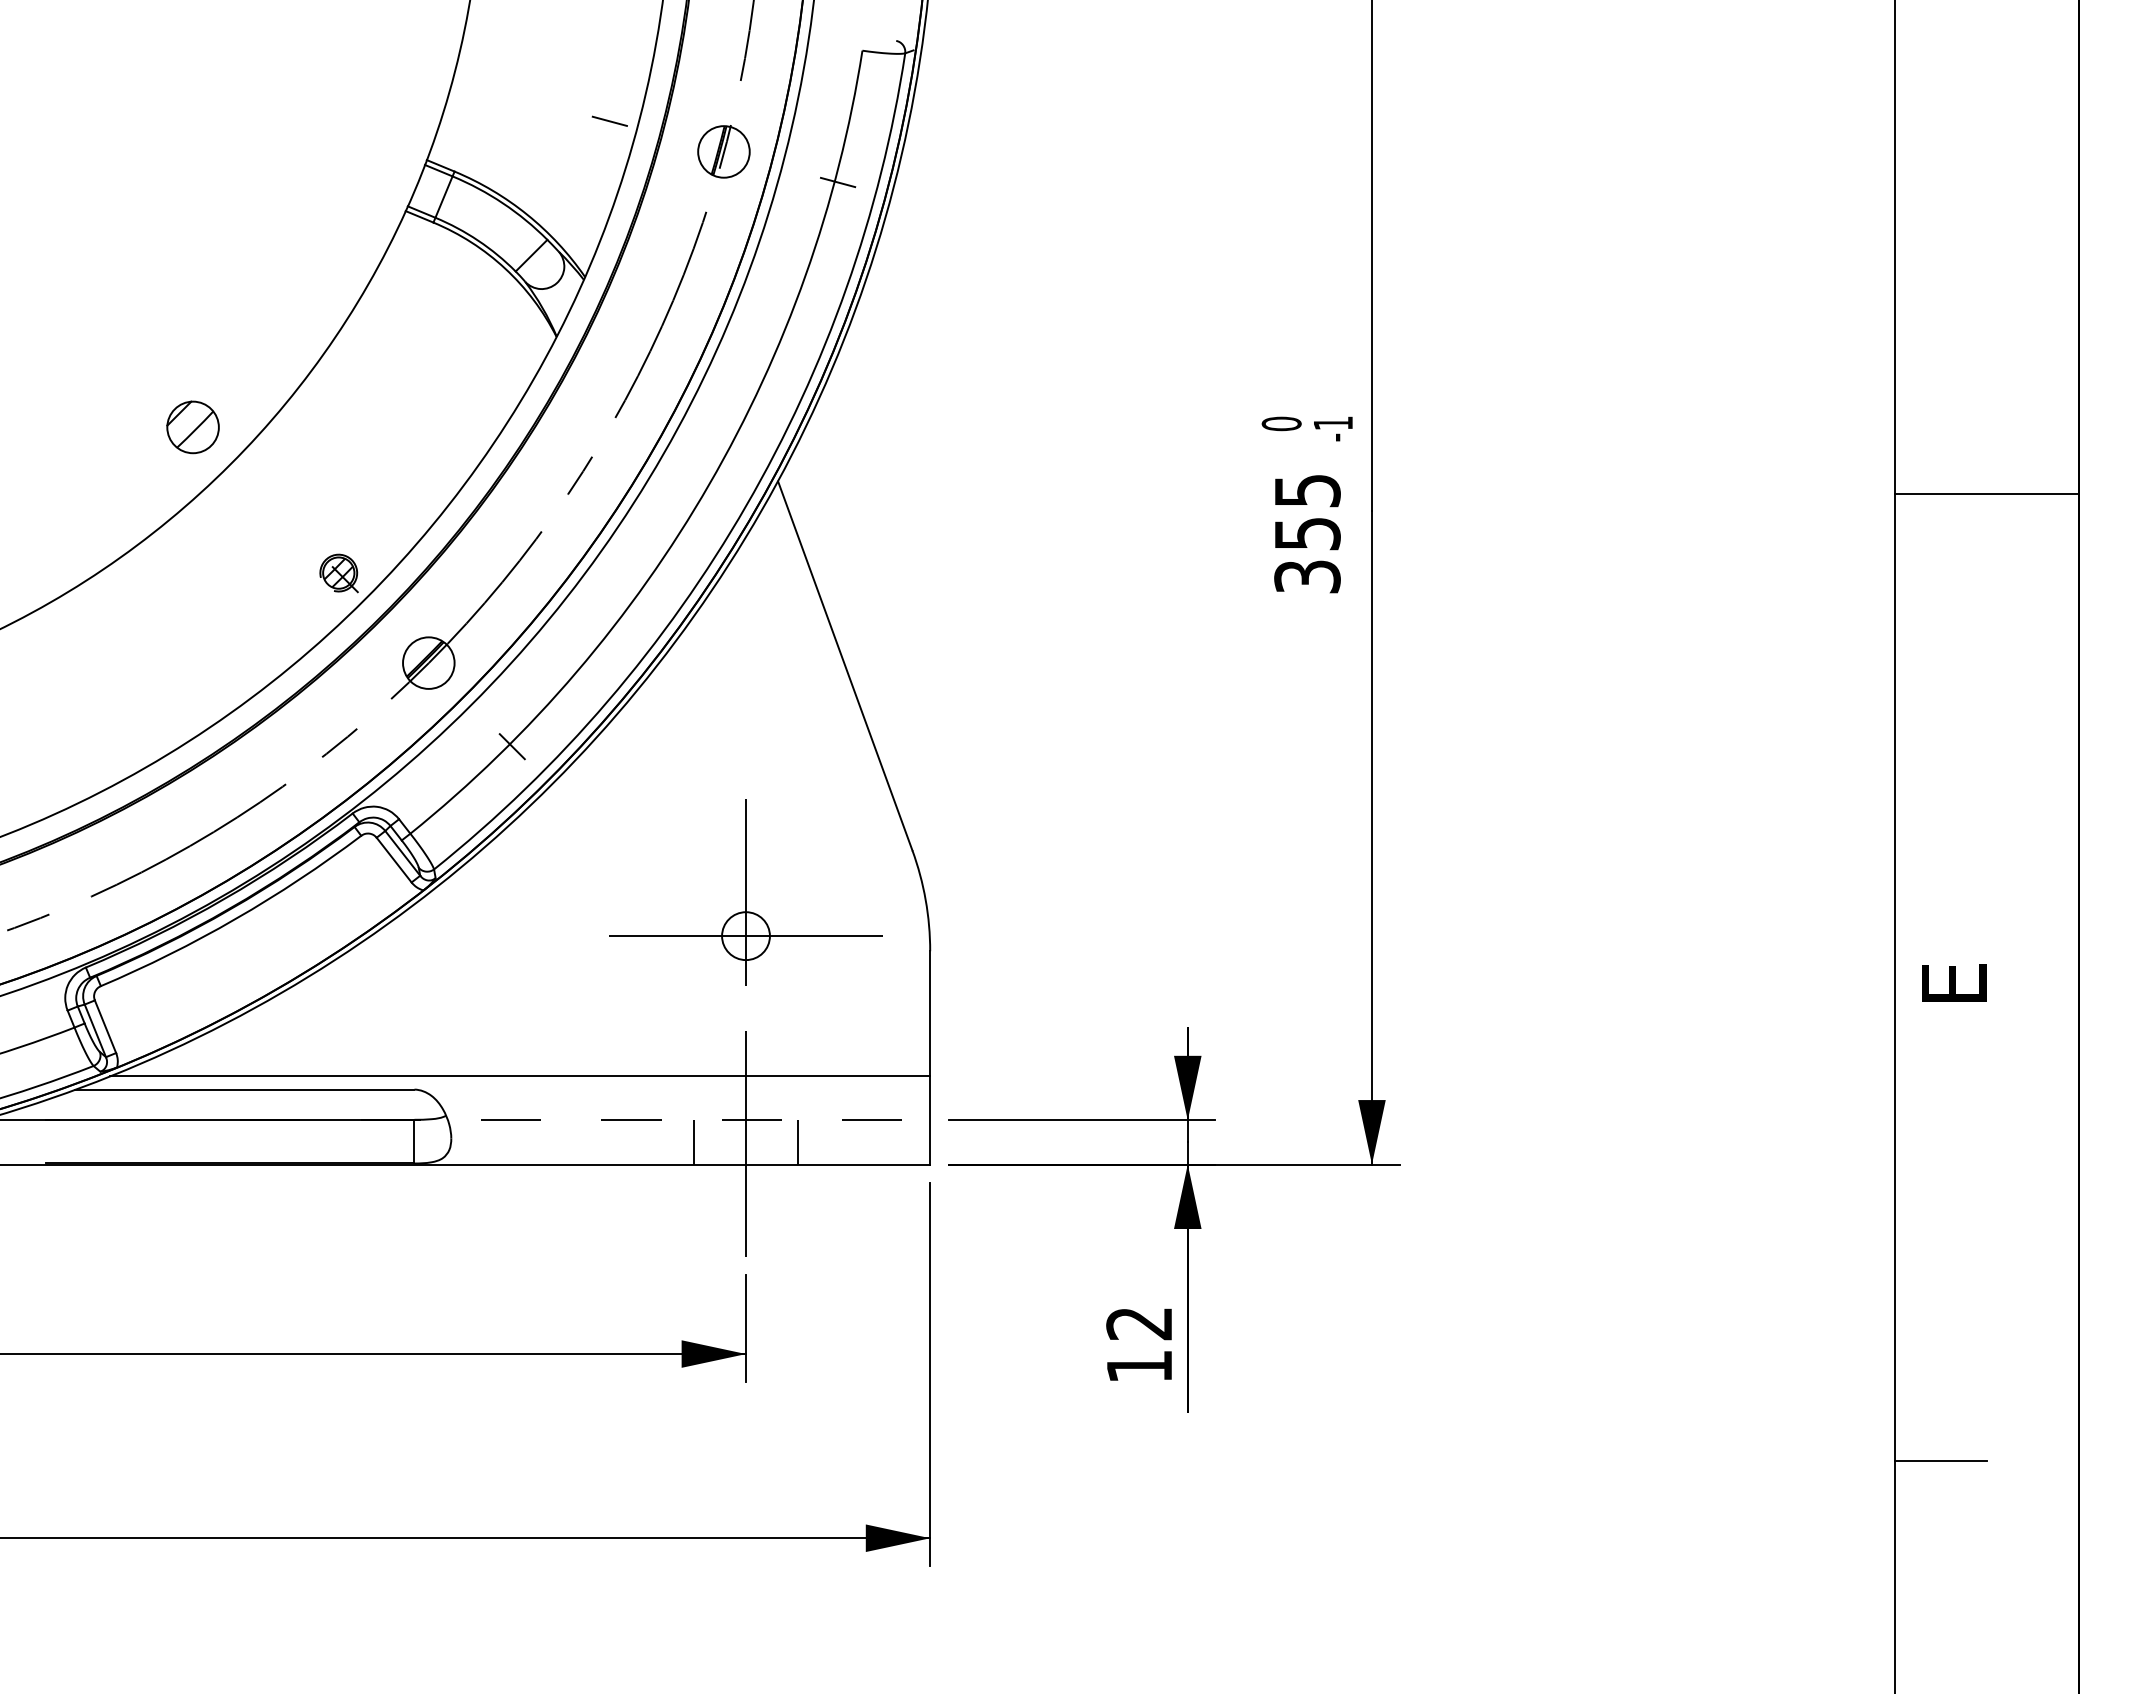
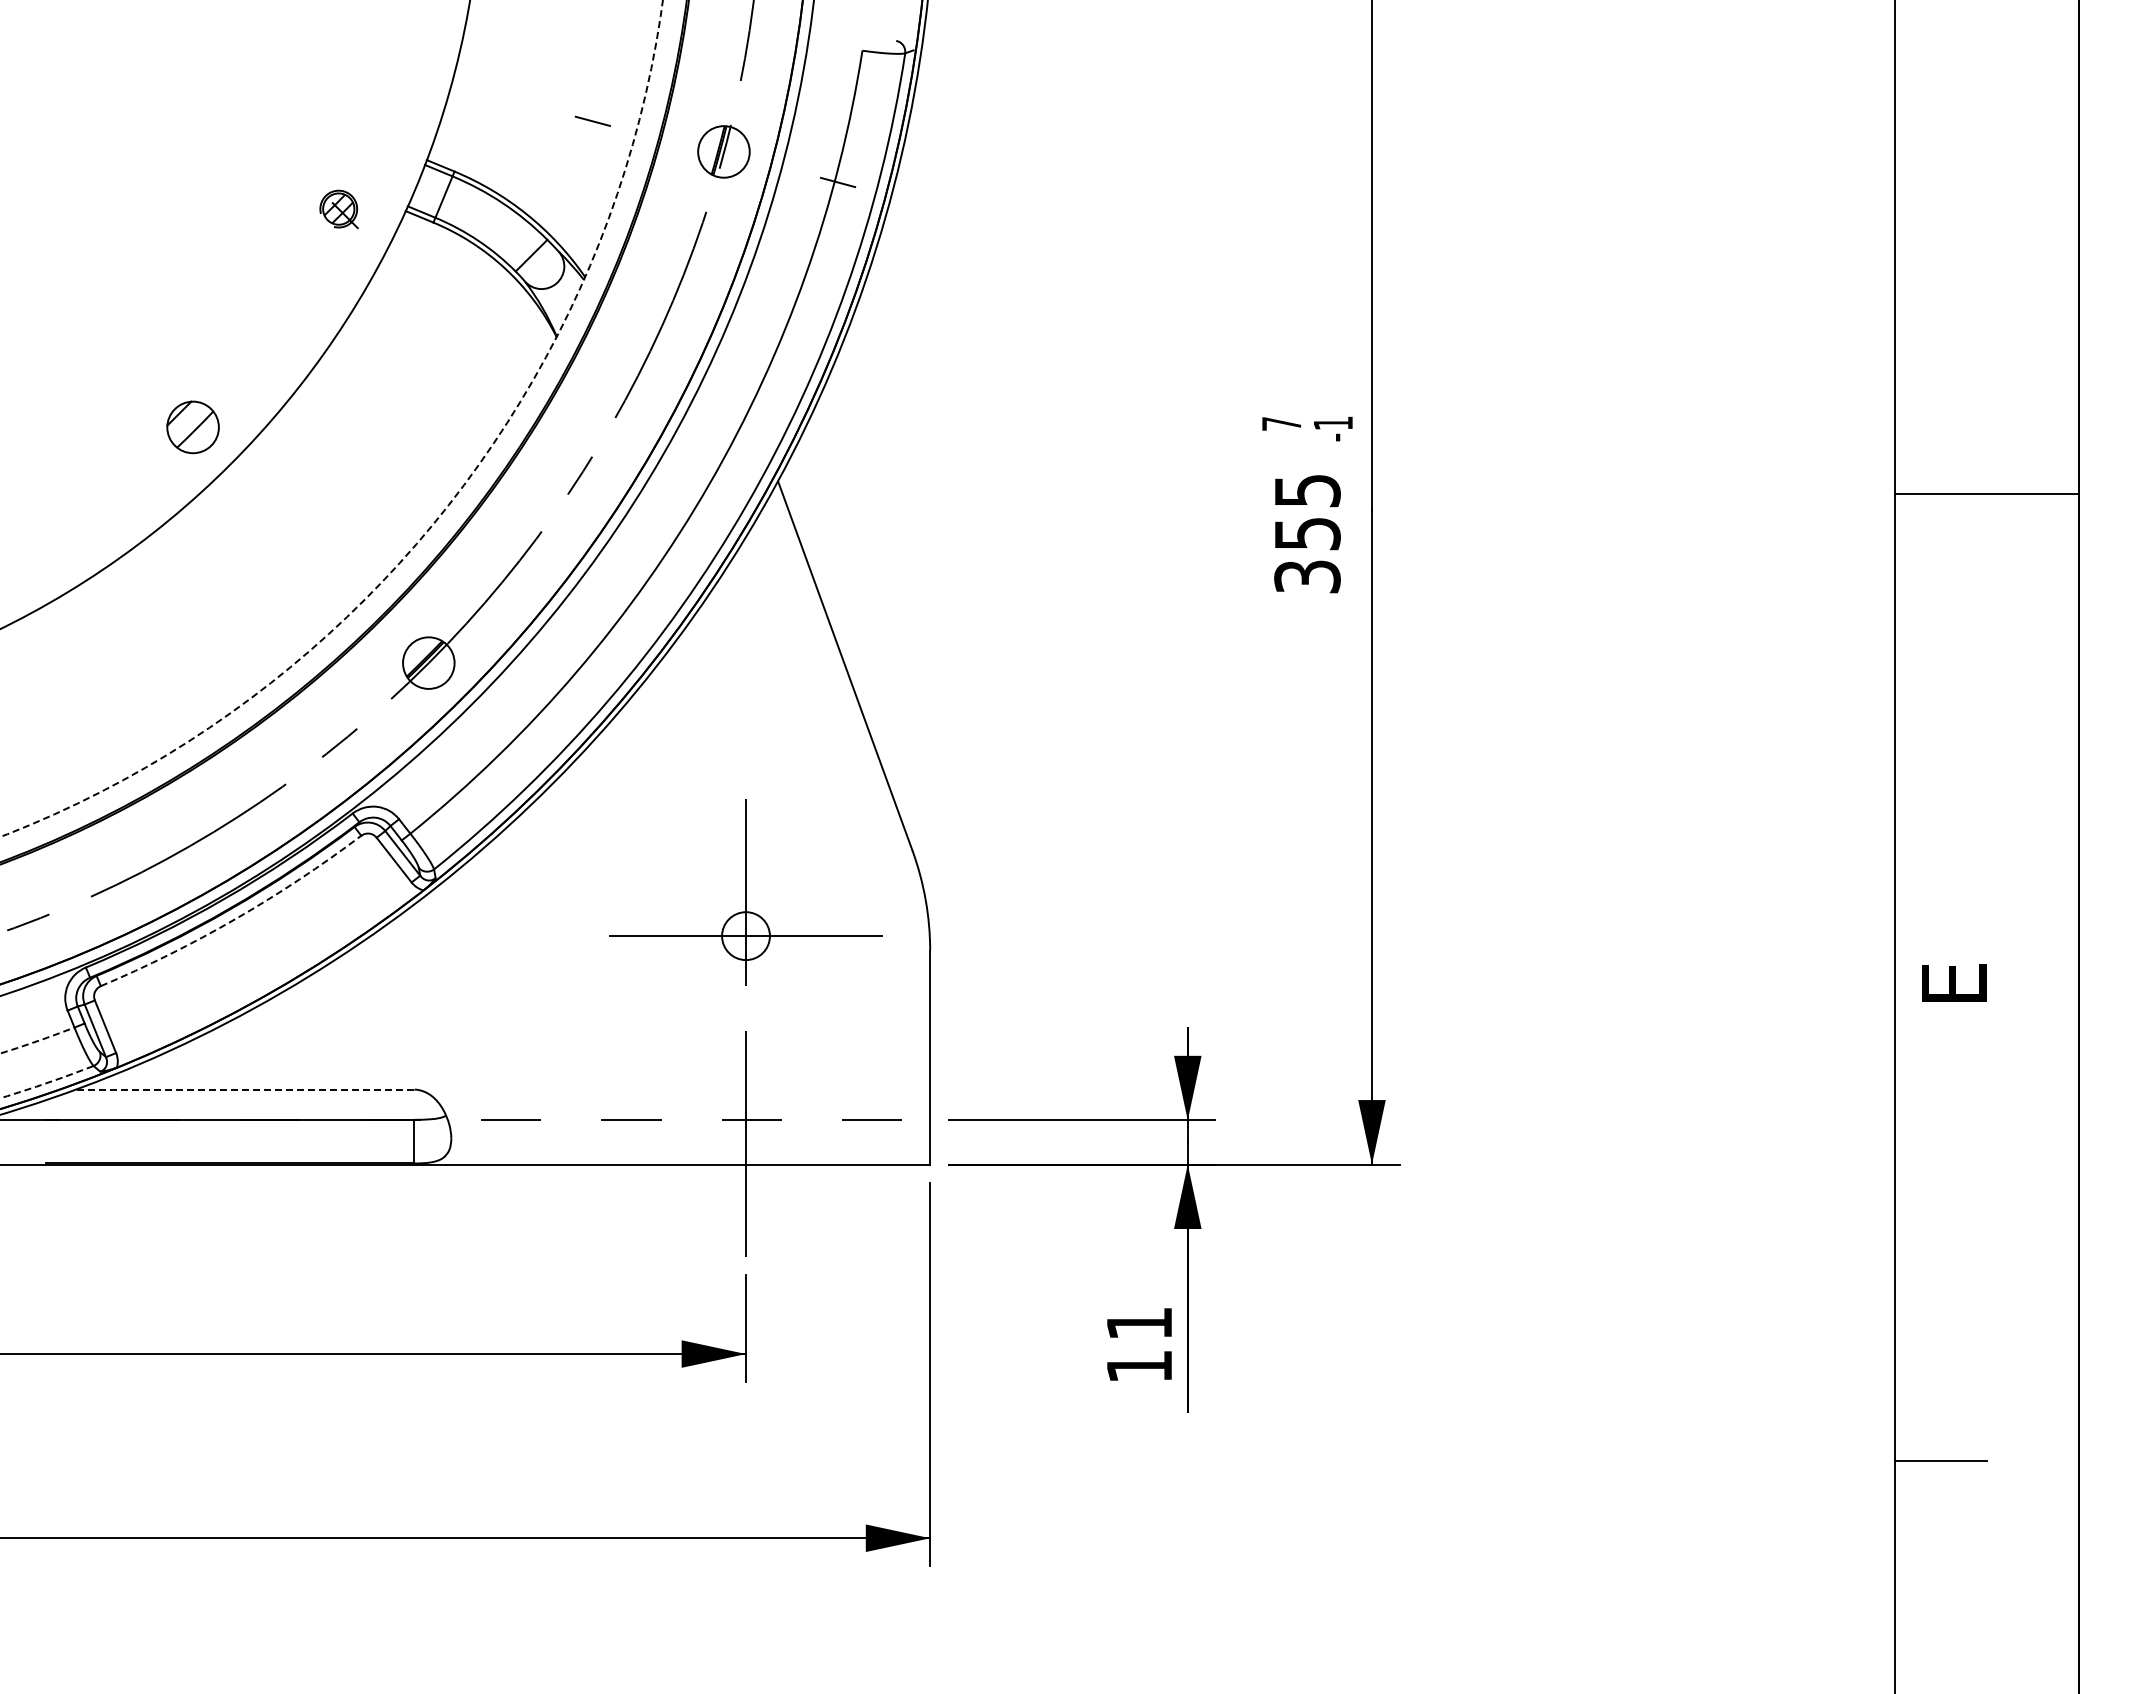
line at (609, 120) position: (609, 120) -> (592, 120)
circle at (331, 418): solid -> dashed
text at (1281, 423): 0 -> 7
part at (338, 573) position: (338, 573) -> (338, 209)
line at (512, 746): present -> none
arc at (235, 918): solid -> dashed
arc at (37, 1041): solid -> dashed
line at (520, 1076): present -> none
arc at (46, 1083): solid -> dashed
line at (244, 1089): solid -> dashed
line at (694, 1142): present -> none
line at (797, 1142): present -> none
text at (1138, 1324): 12 -> 11
